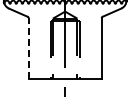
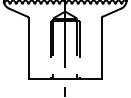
line at (28, 48): dashed -> solid
